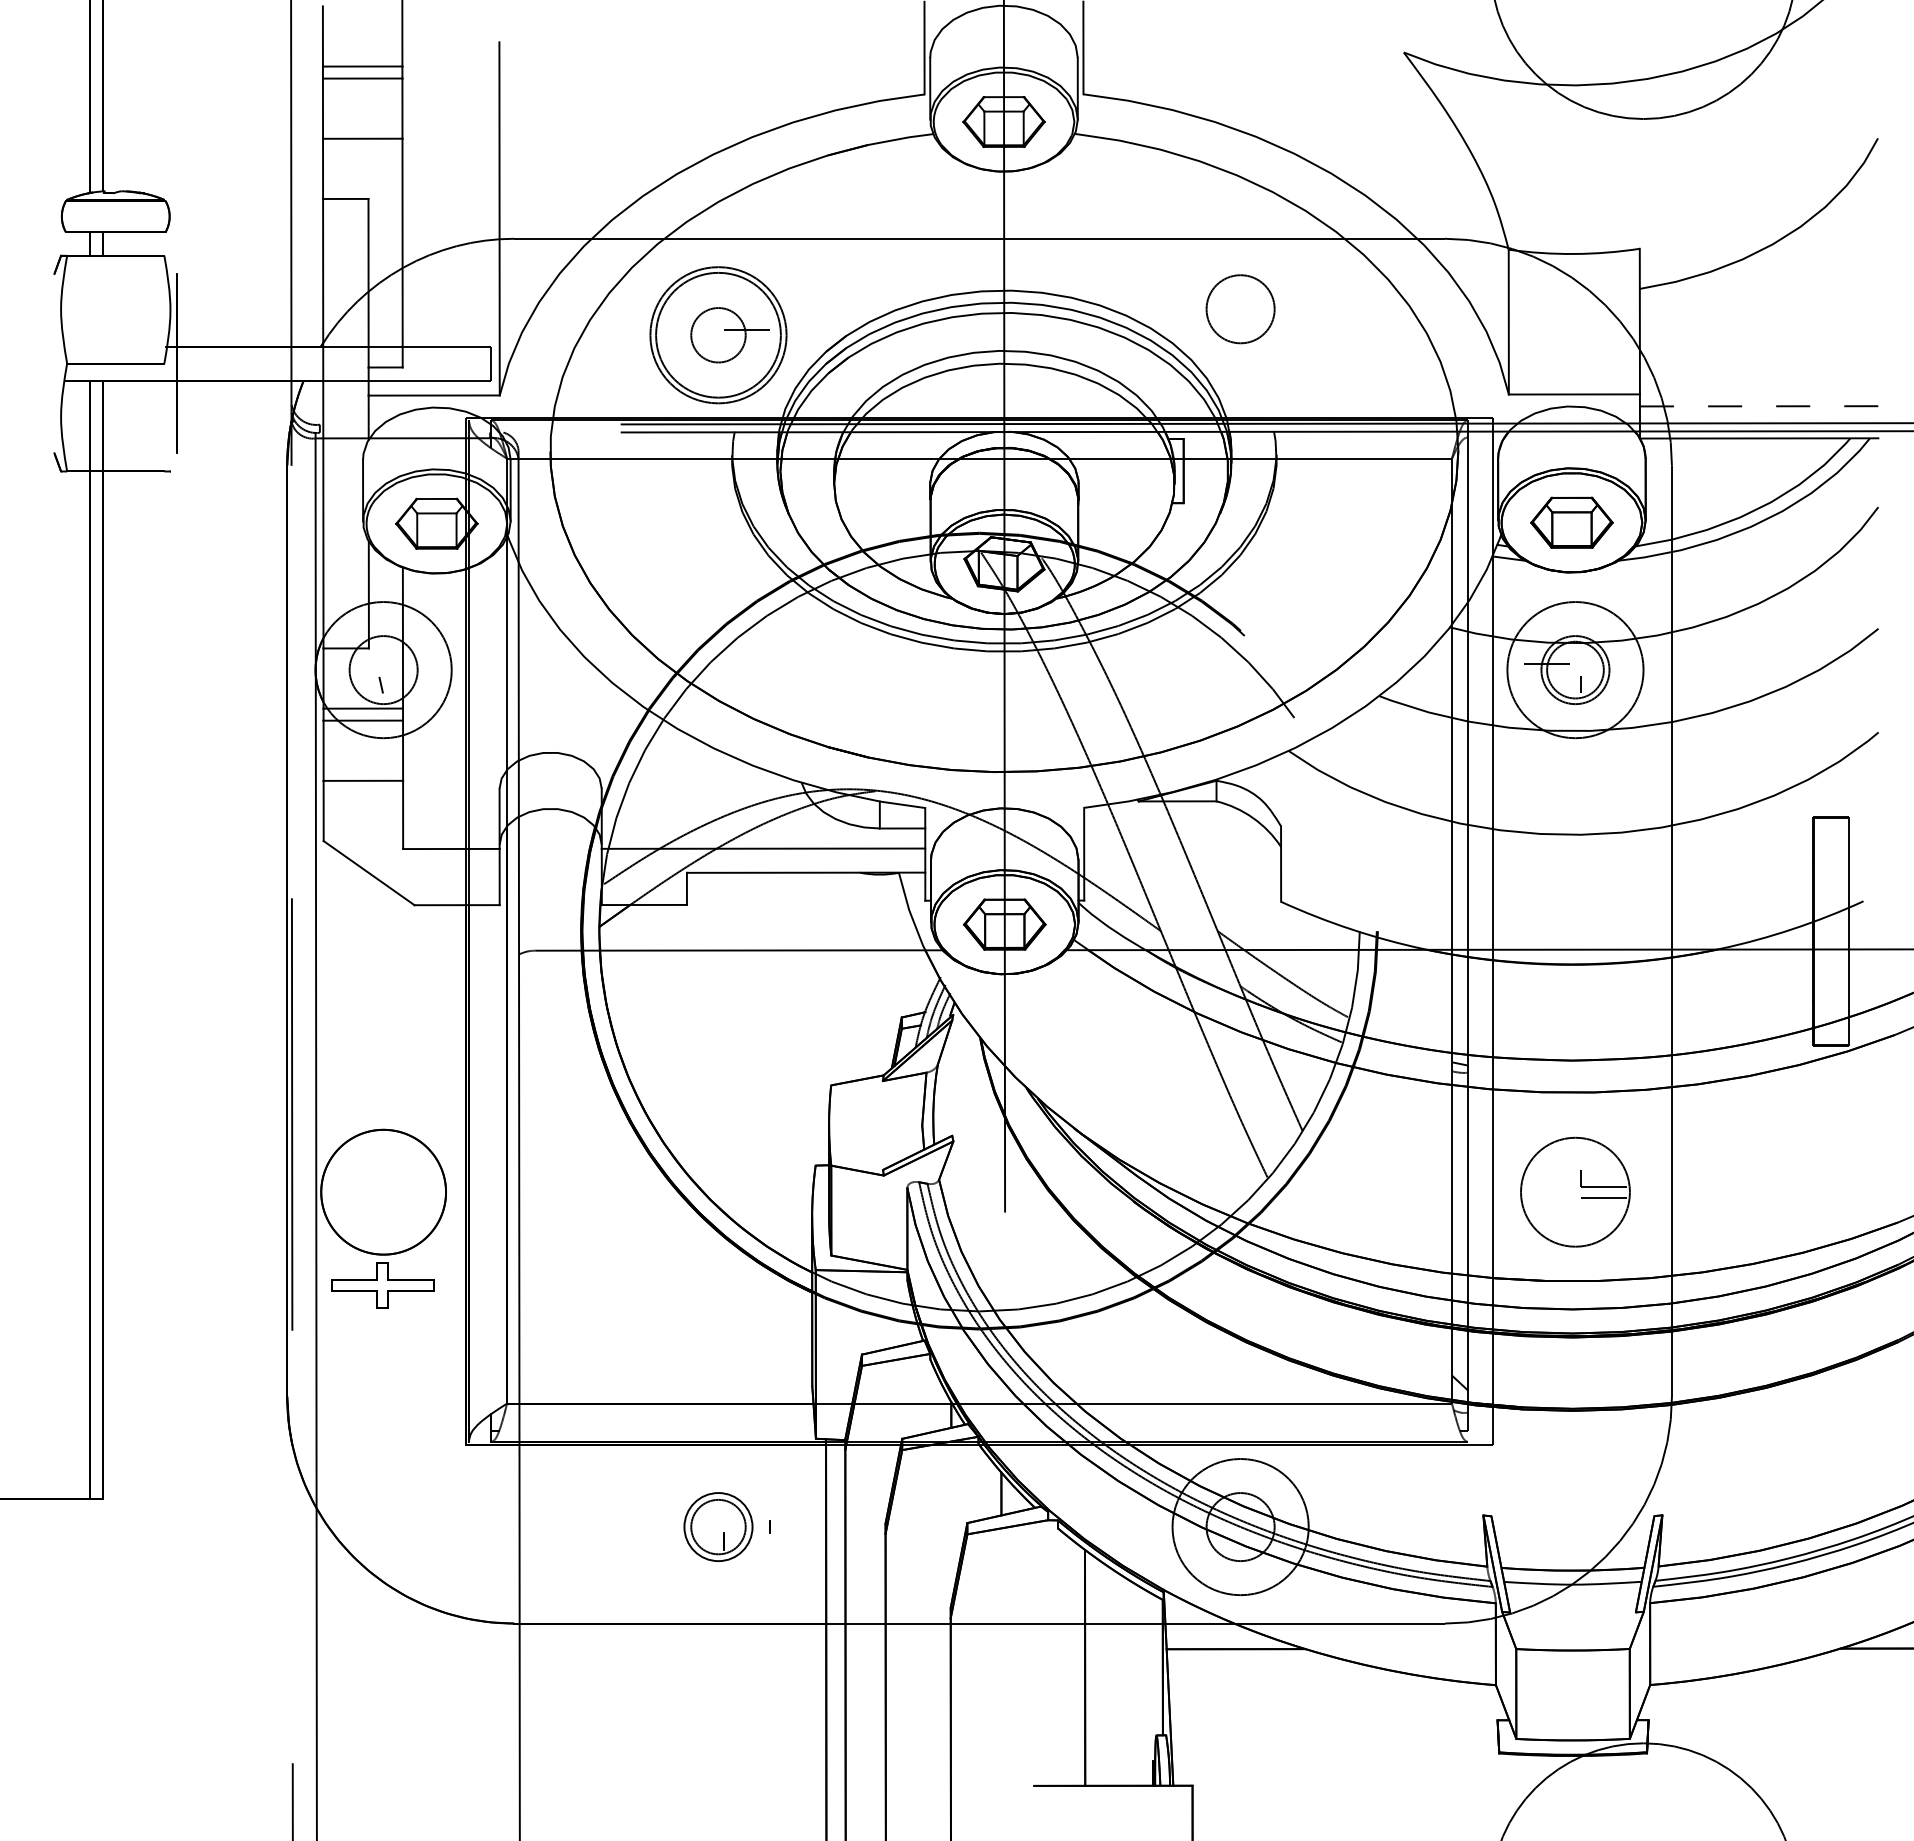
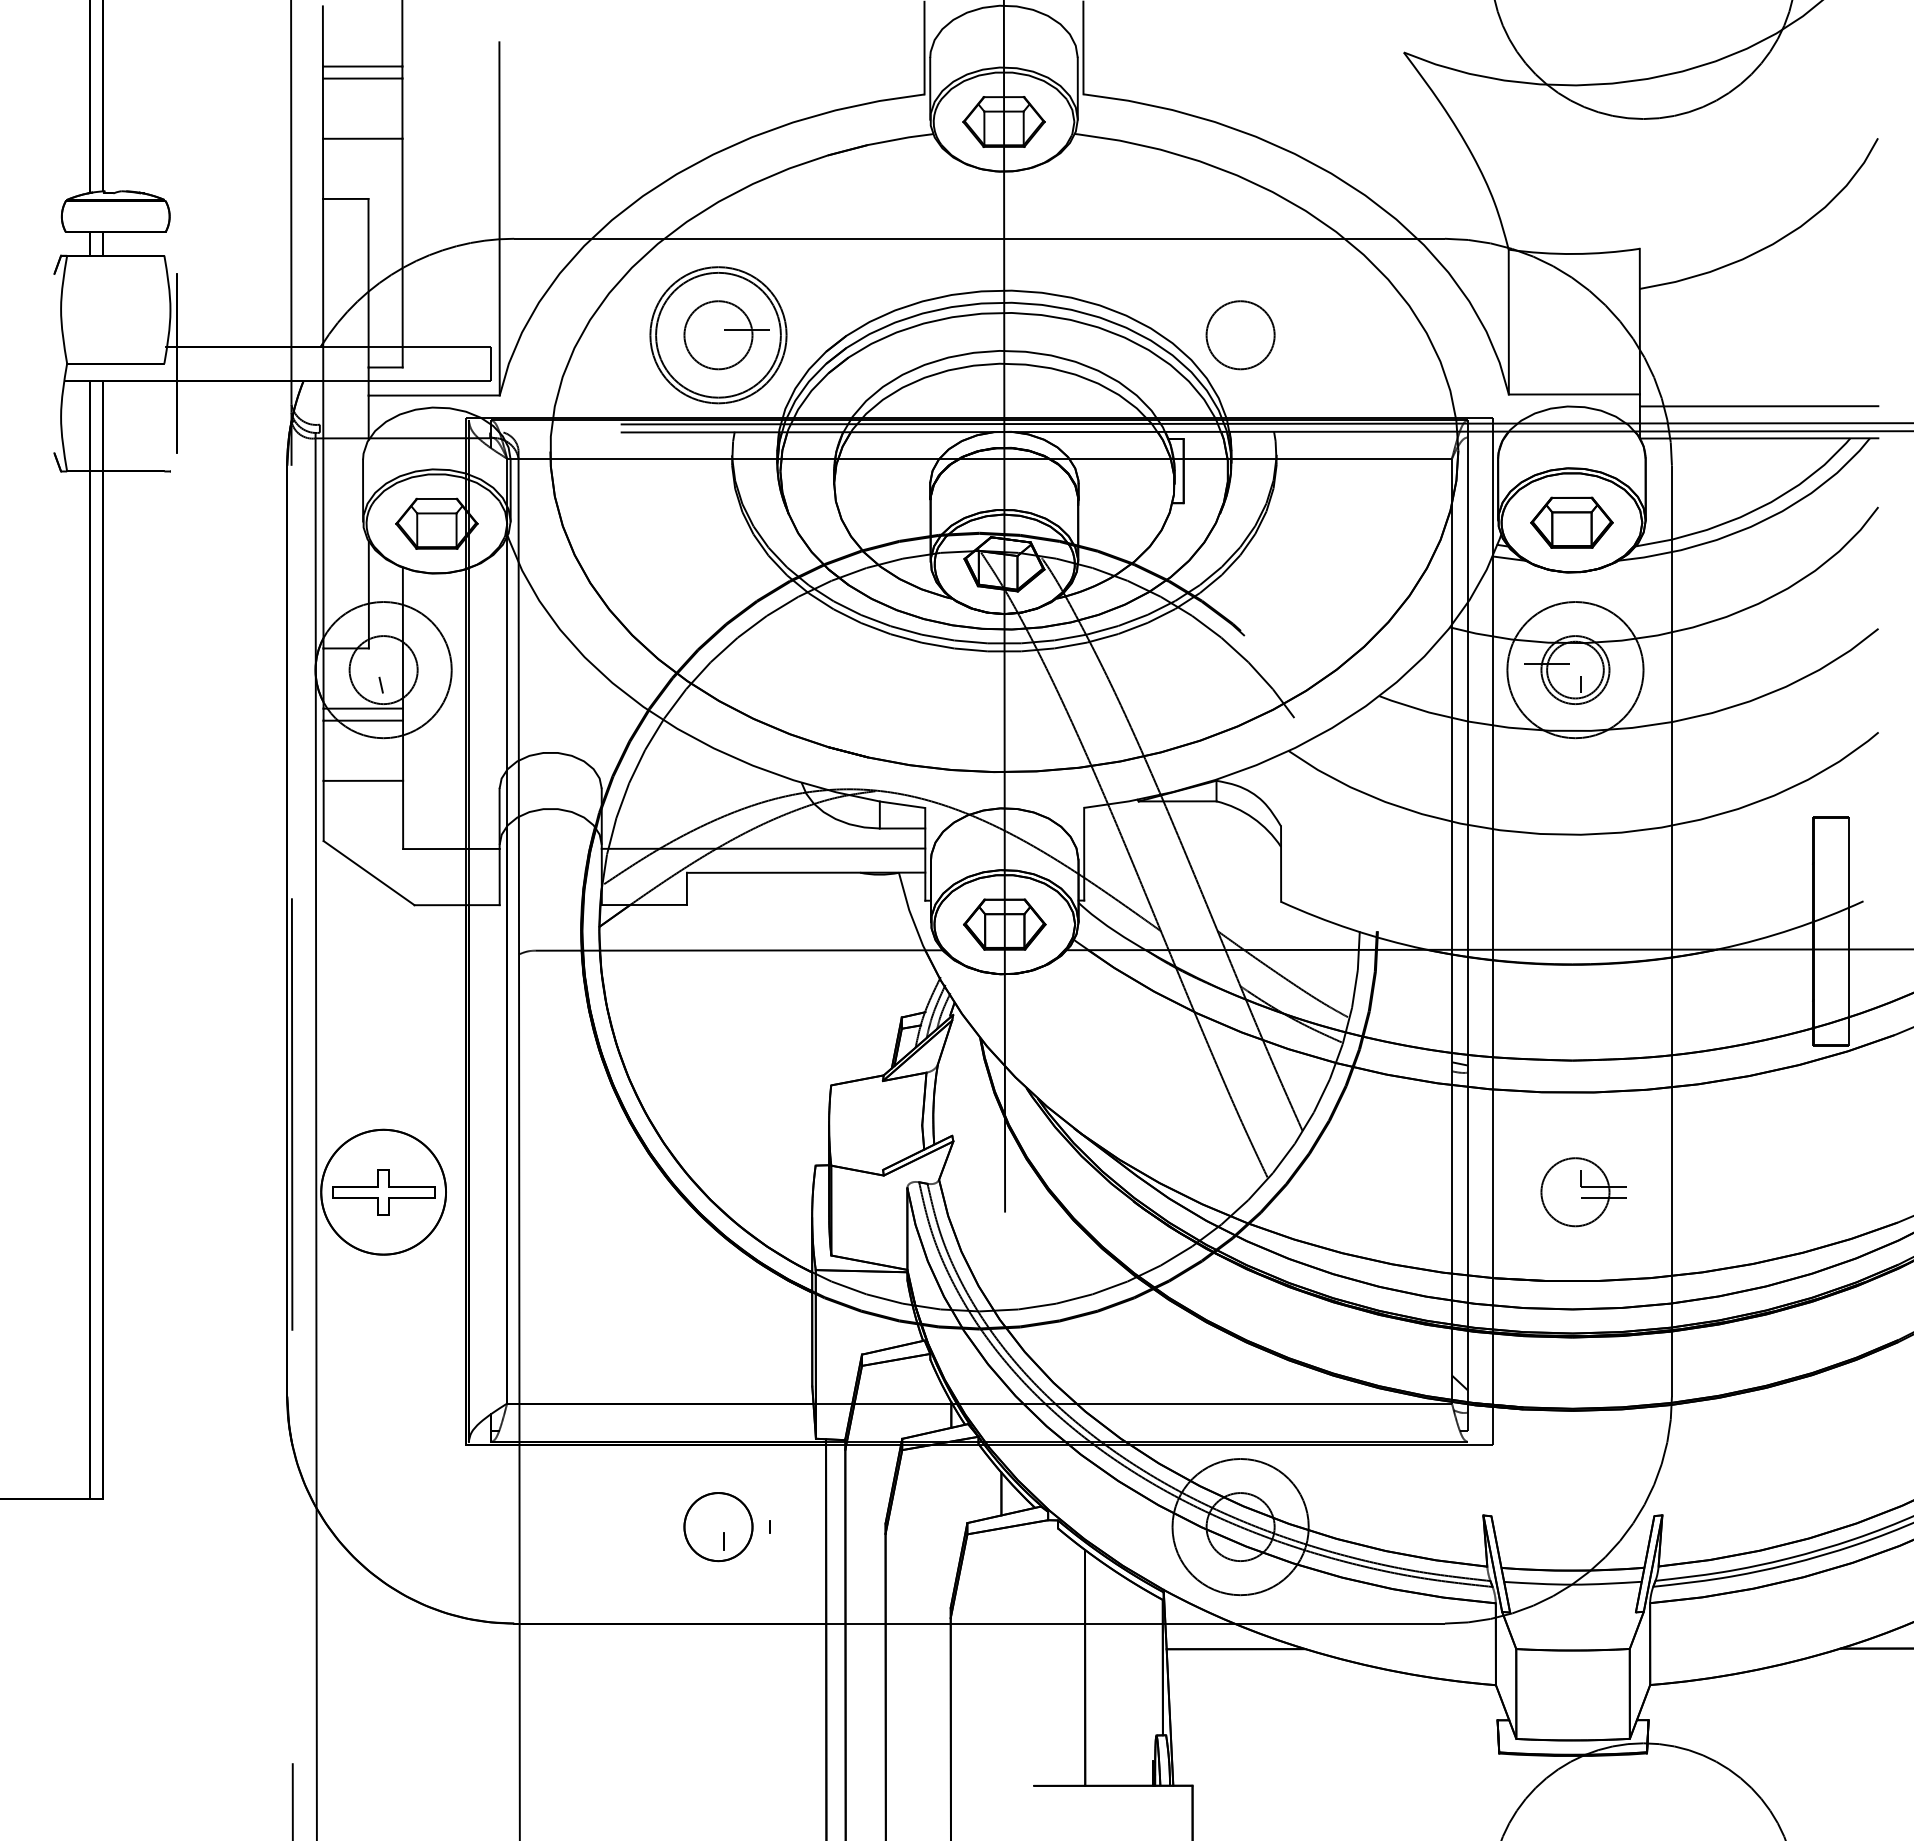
circle at (1240, 309) position: (1240, 309) -> (1240, 335)
circle at (718, 335) diameter: 54 px -> 68 px
line at (1758, 406): dashed -> solid
circle at (1574, 1191) diameter: 109 px -> 68 px
part at (382, 1285) position: (382, 1285) -> (383, 1192)
circle at (718, 1526) diameter: 54 px -> 68 px
